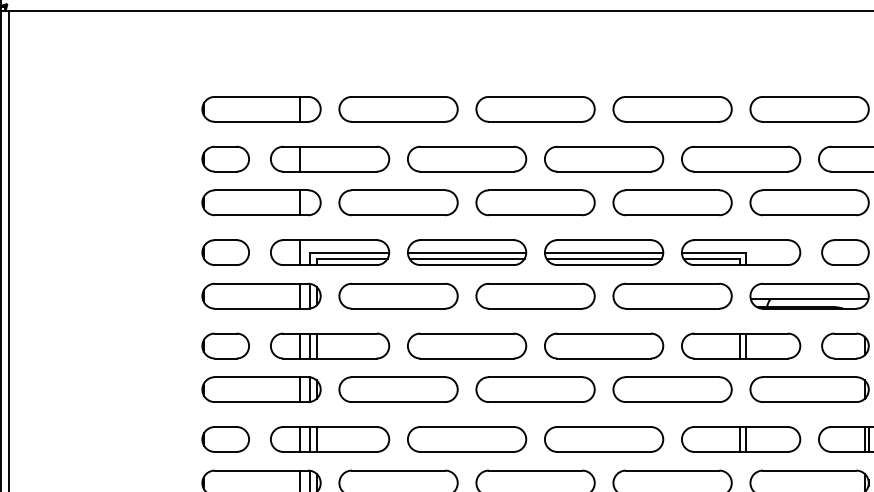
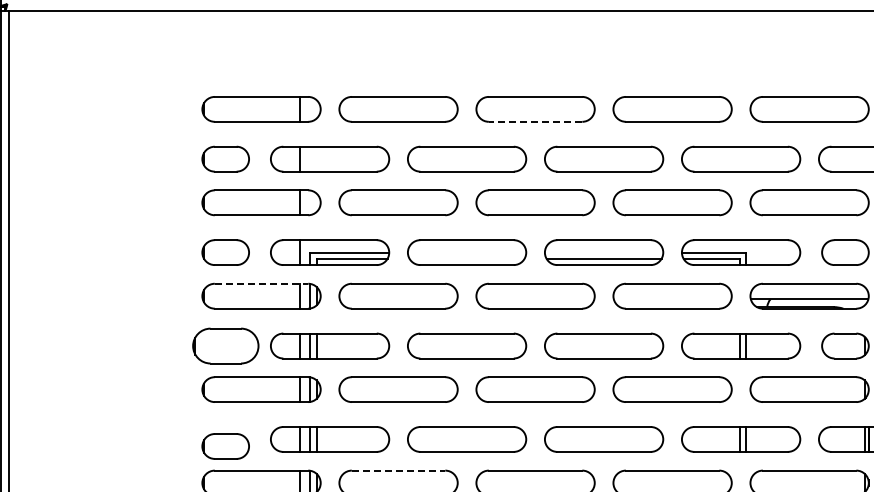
line at (535, 121): solid -> dashed
line at (466, 252): present -> none
line at (603, 252): present -> none
line at (466, 258): present -> none
line at (261, 283): solid -> dashed
part at (225, 345) size: 49x28 px -> 68x38 px
part at (225, 439) position: (225, 439) -> (225, 446)
line at (398, 470): solid -> dashed
